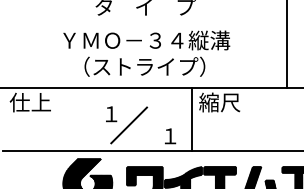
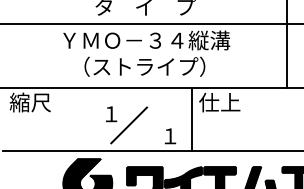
line at (151, 24): none -> present
text at (29, 102): 仕上 -> 縮尺
text at (219, 102): 縮尺 -> 仕上
